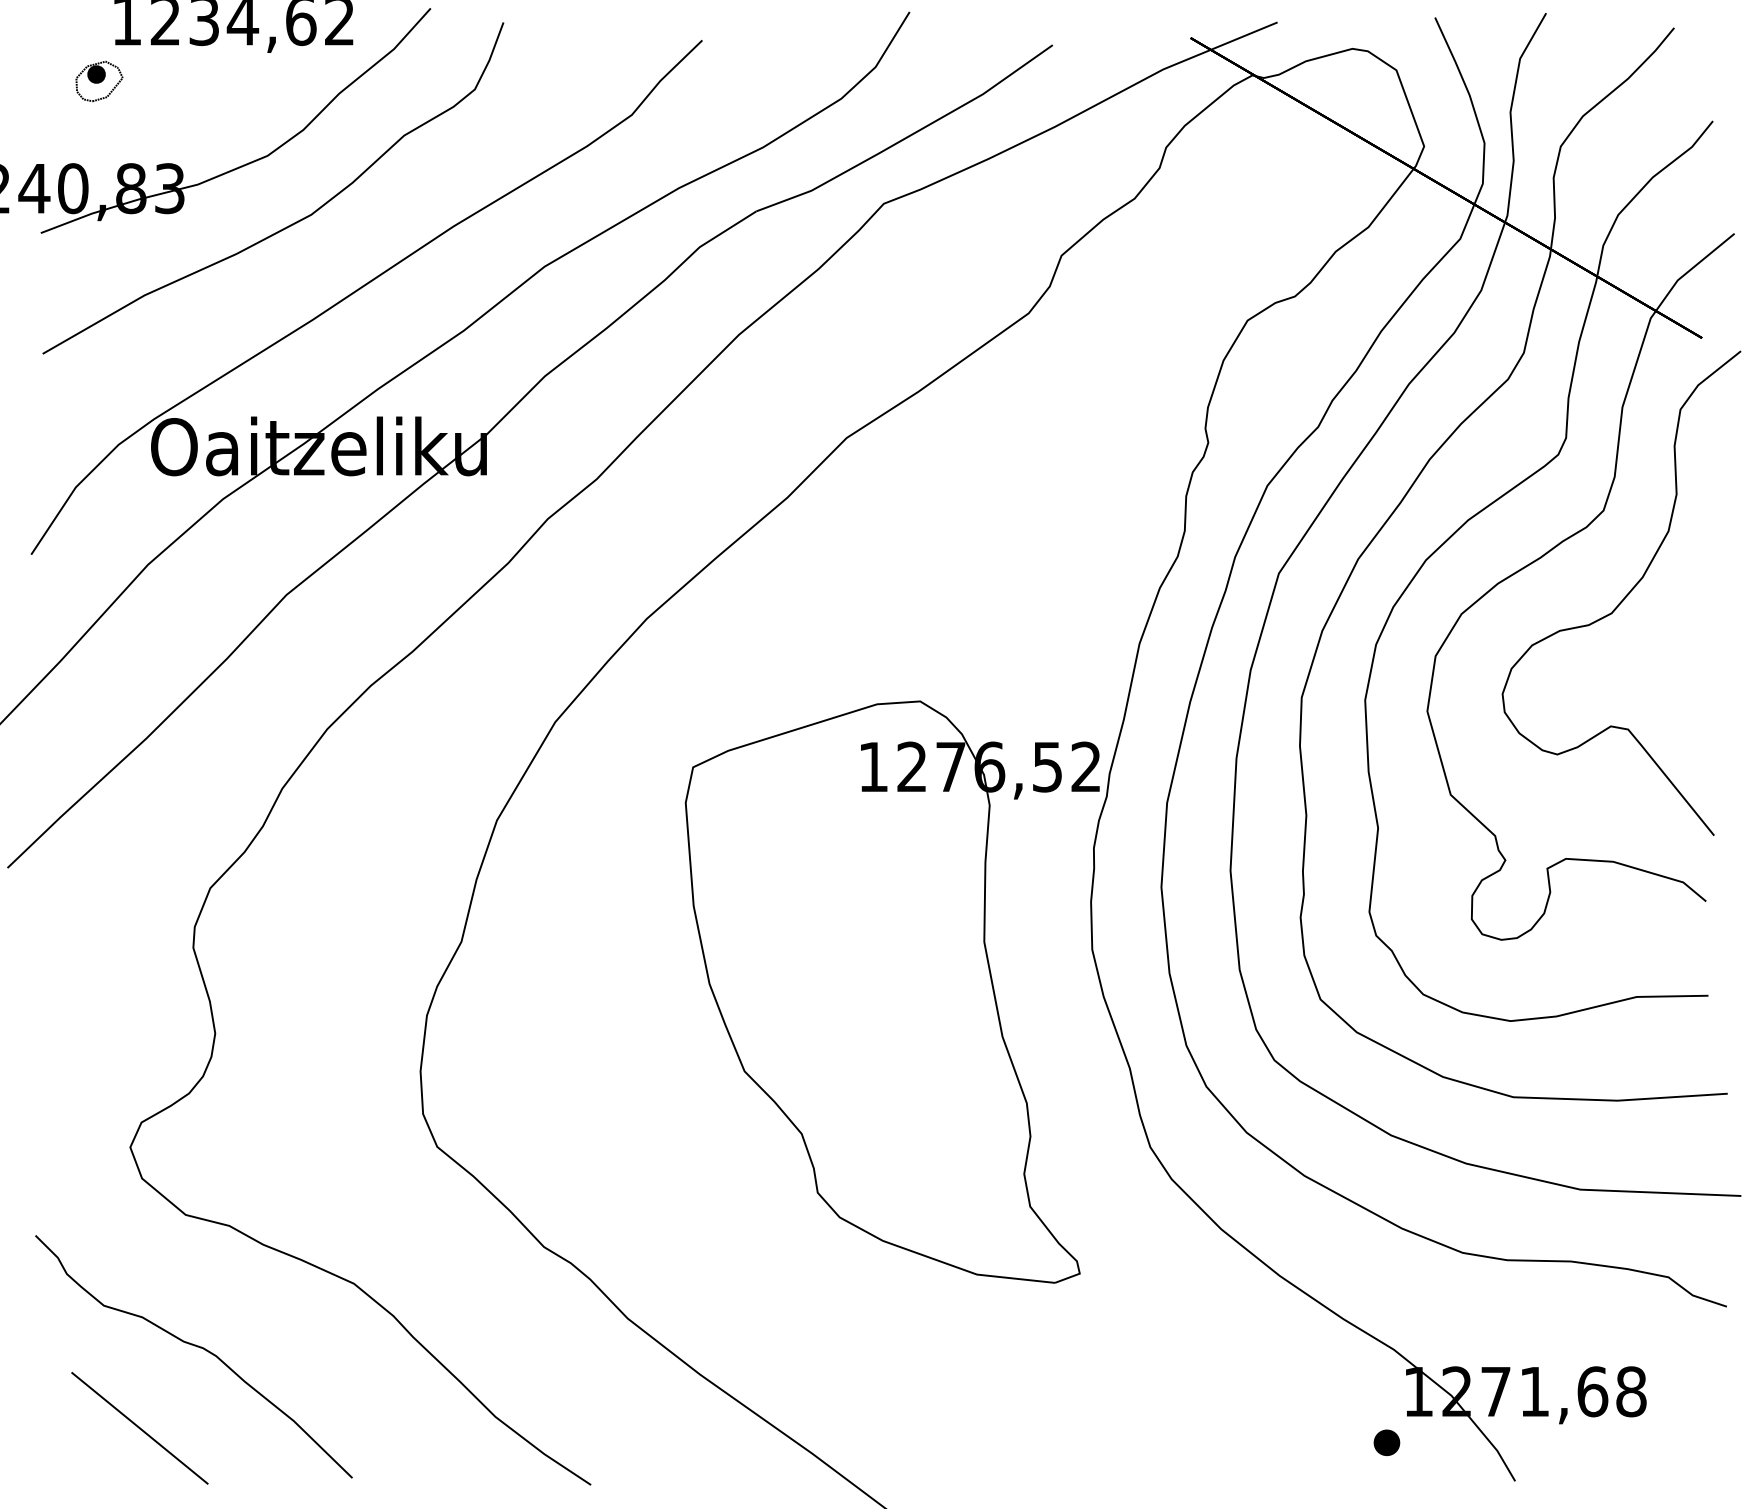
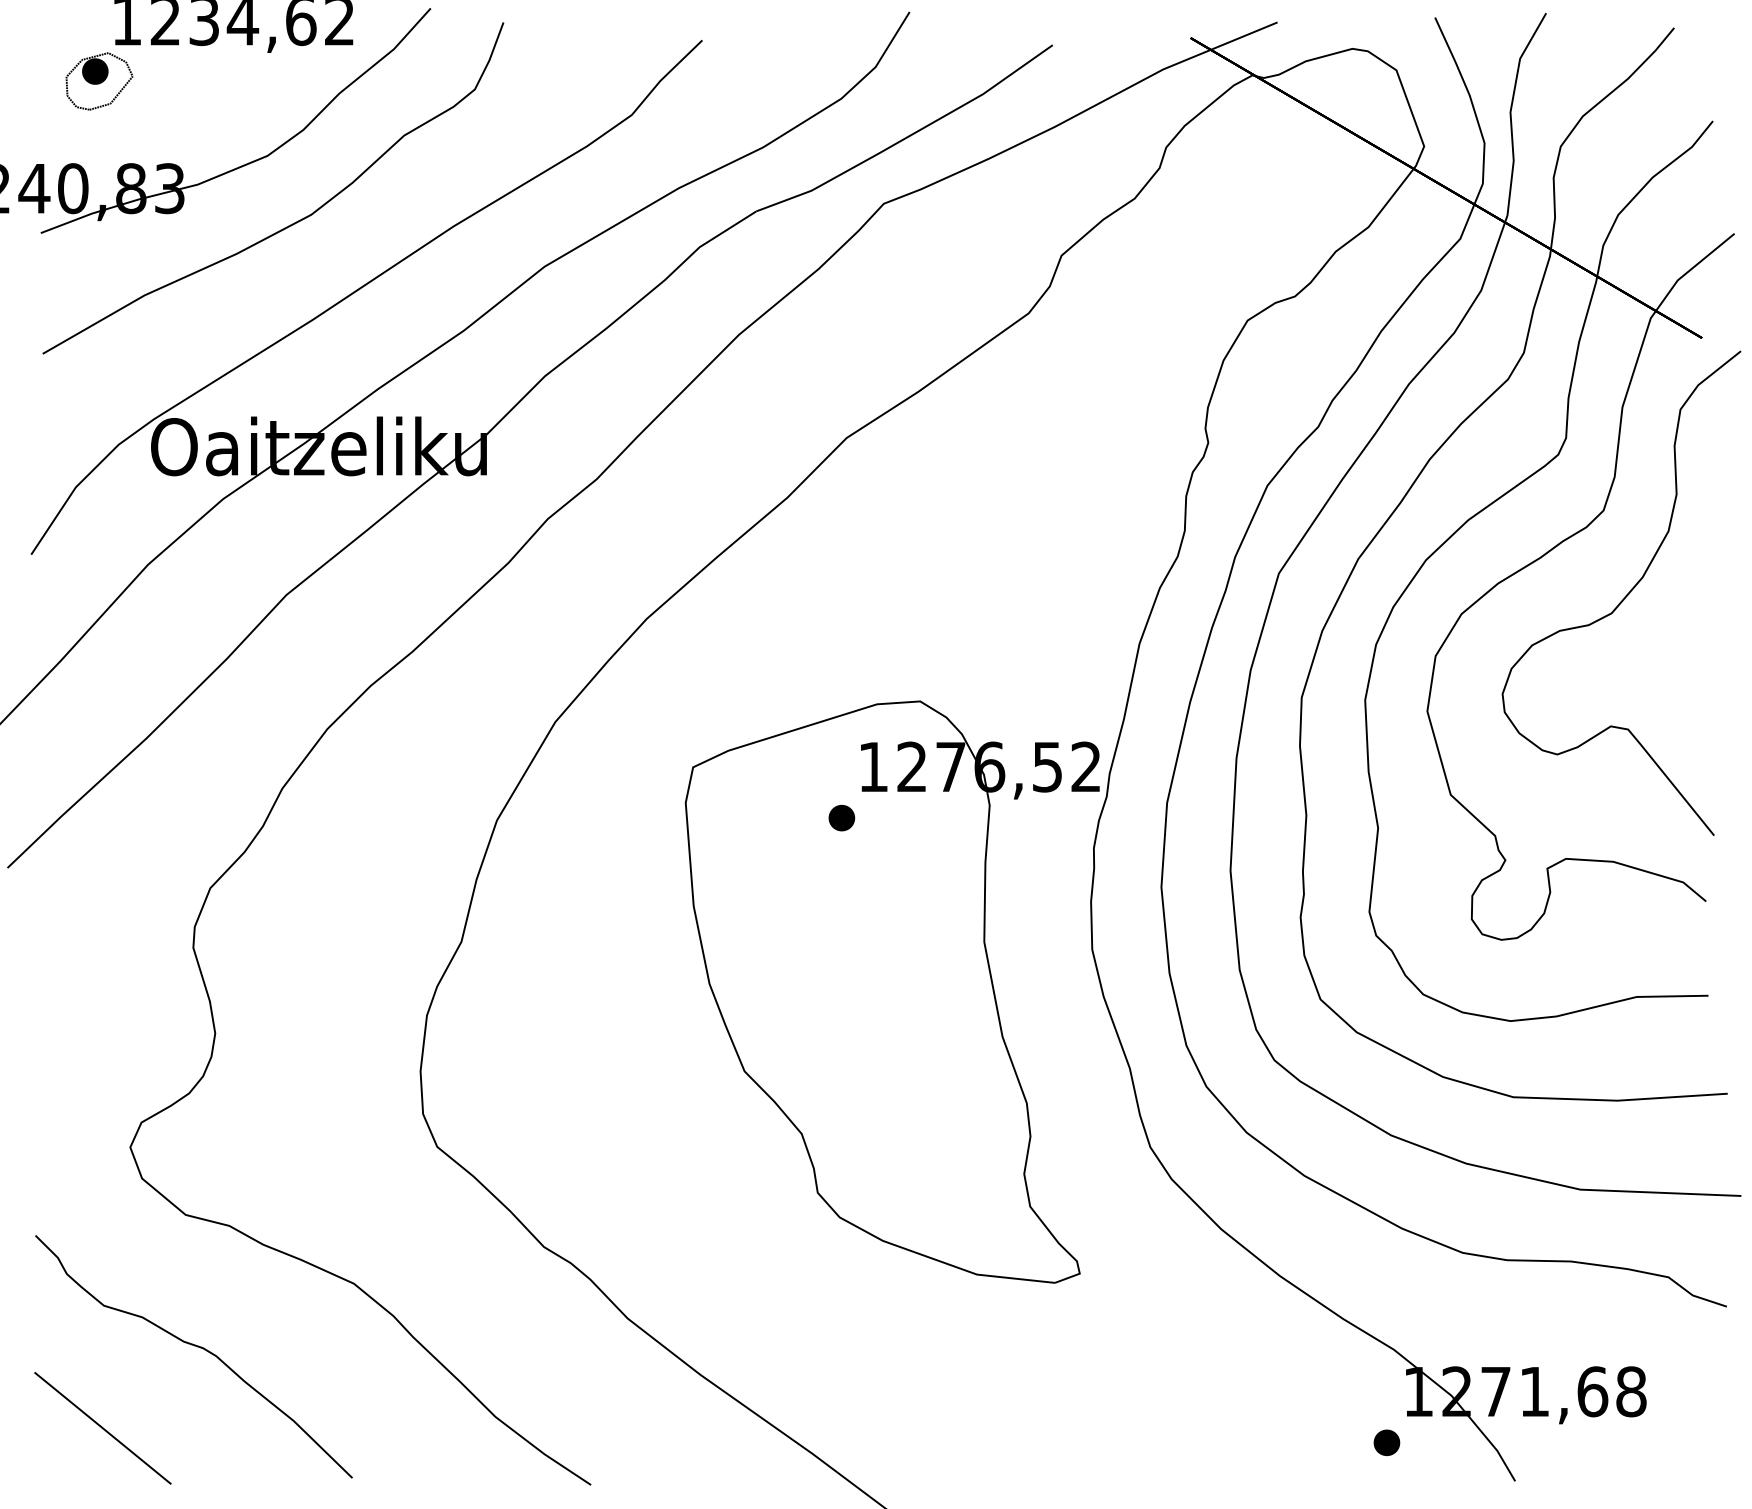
part at (99, 81) size: 49x42 px -> 69x59 px
part at (841, 817): none -> present
line at (139, 1428) position: (139, 1428) -> (102, 1428)
